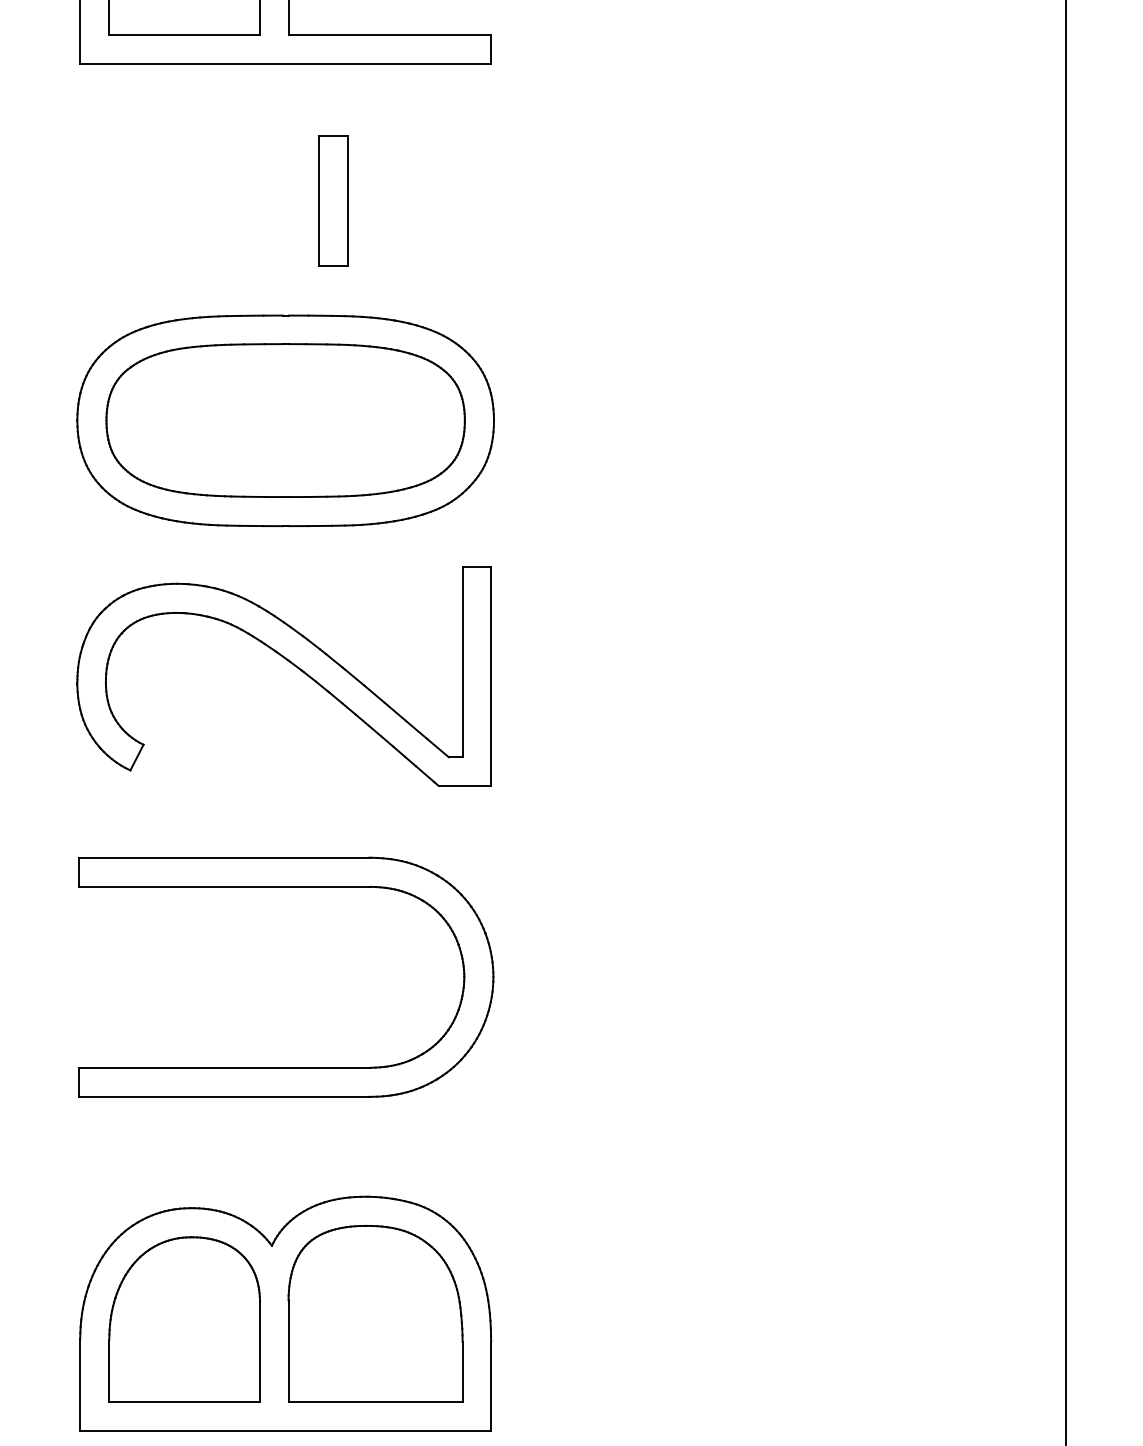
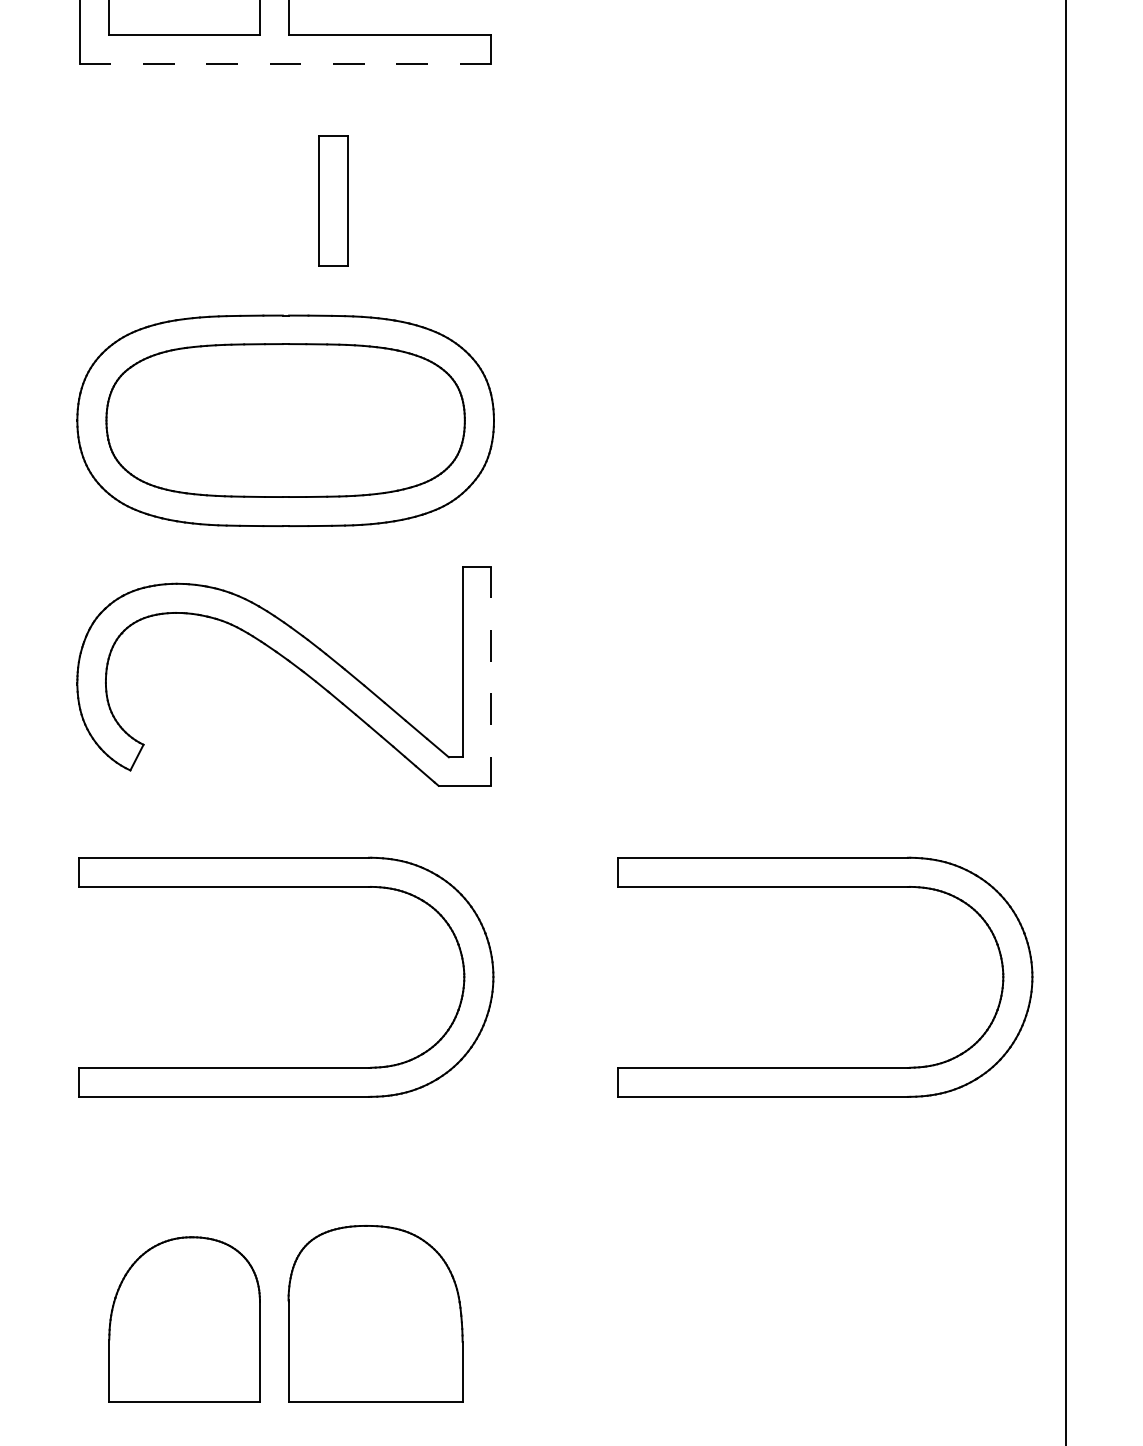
line at (285, 63): solid -> dashed
line at (491, 676): solid -> dashed
part at (825, 887): none -> present
part at (285, 1313): present -> none
